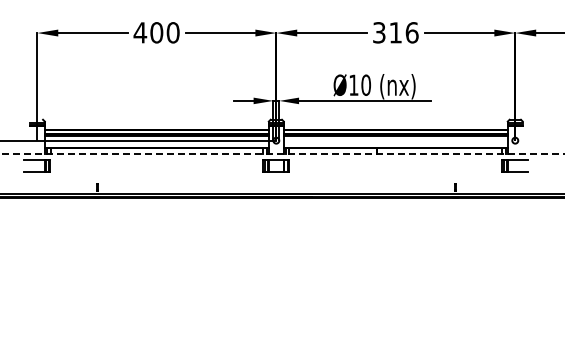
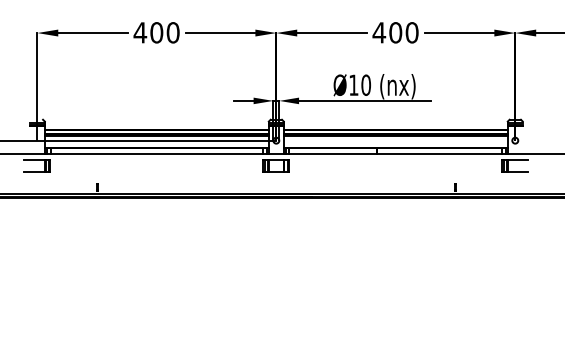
text at (395, 32): 316 -> 400
line at (282, 153): dashed -> solid
